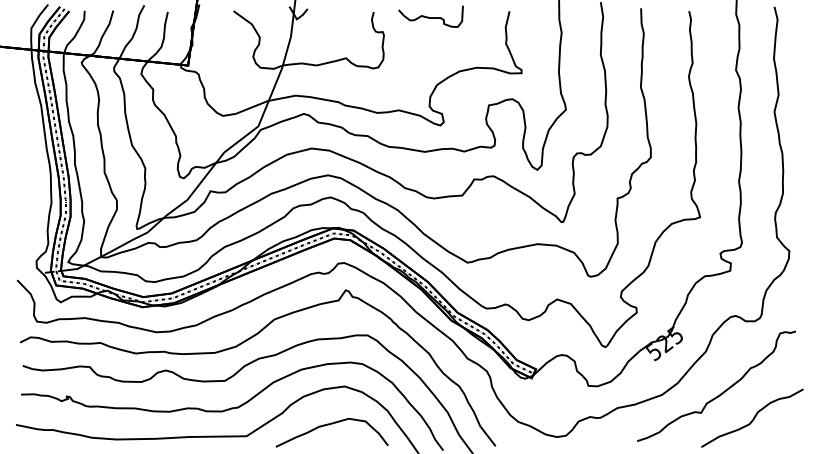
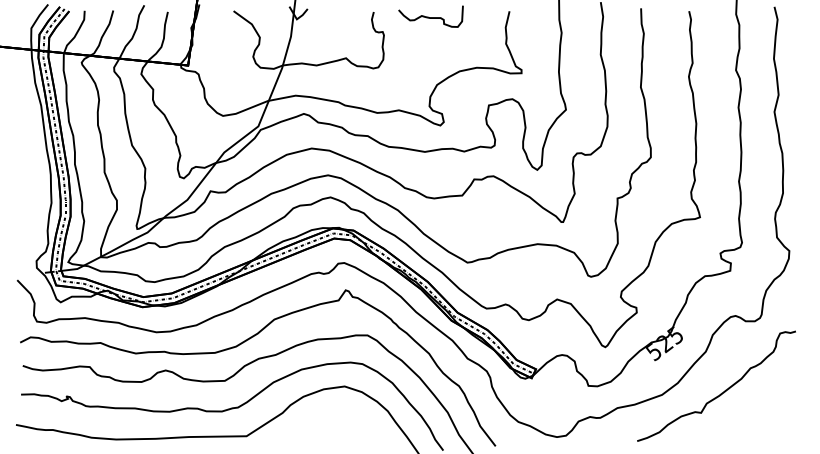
curve at (753, 417): present -> none
curve at (329, 425): present -> none
